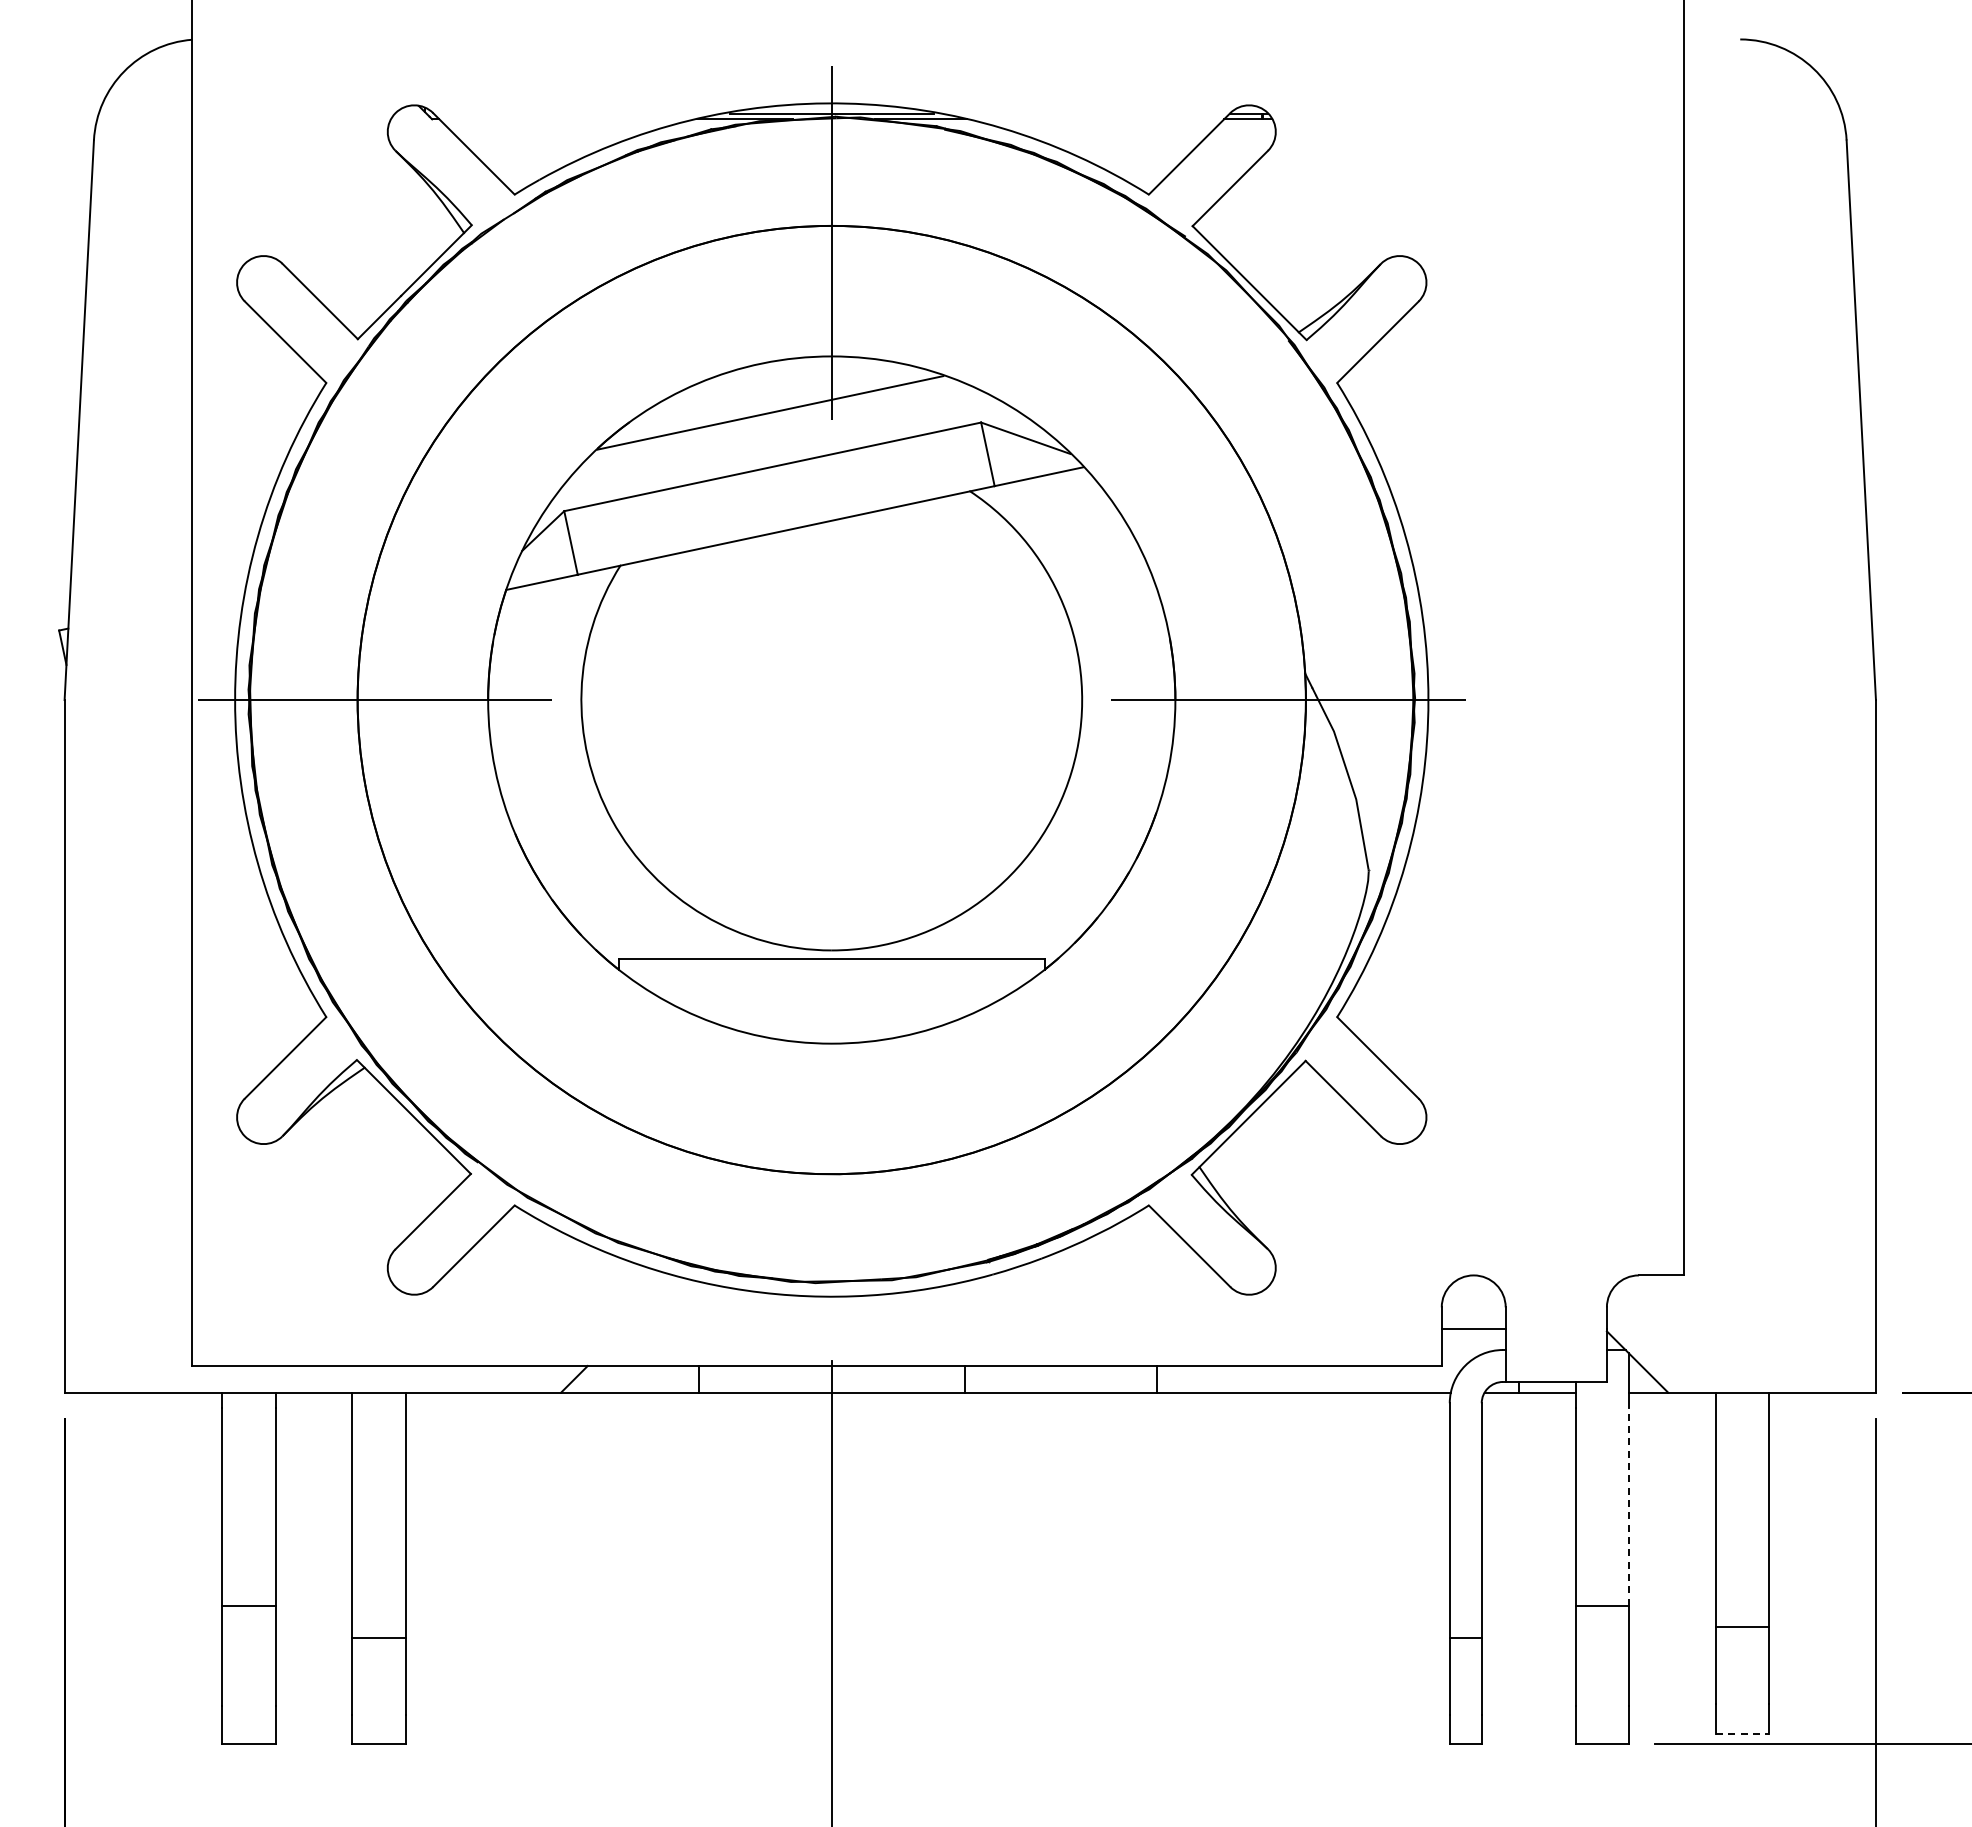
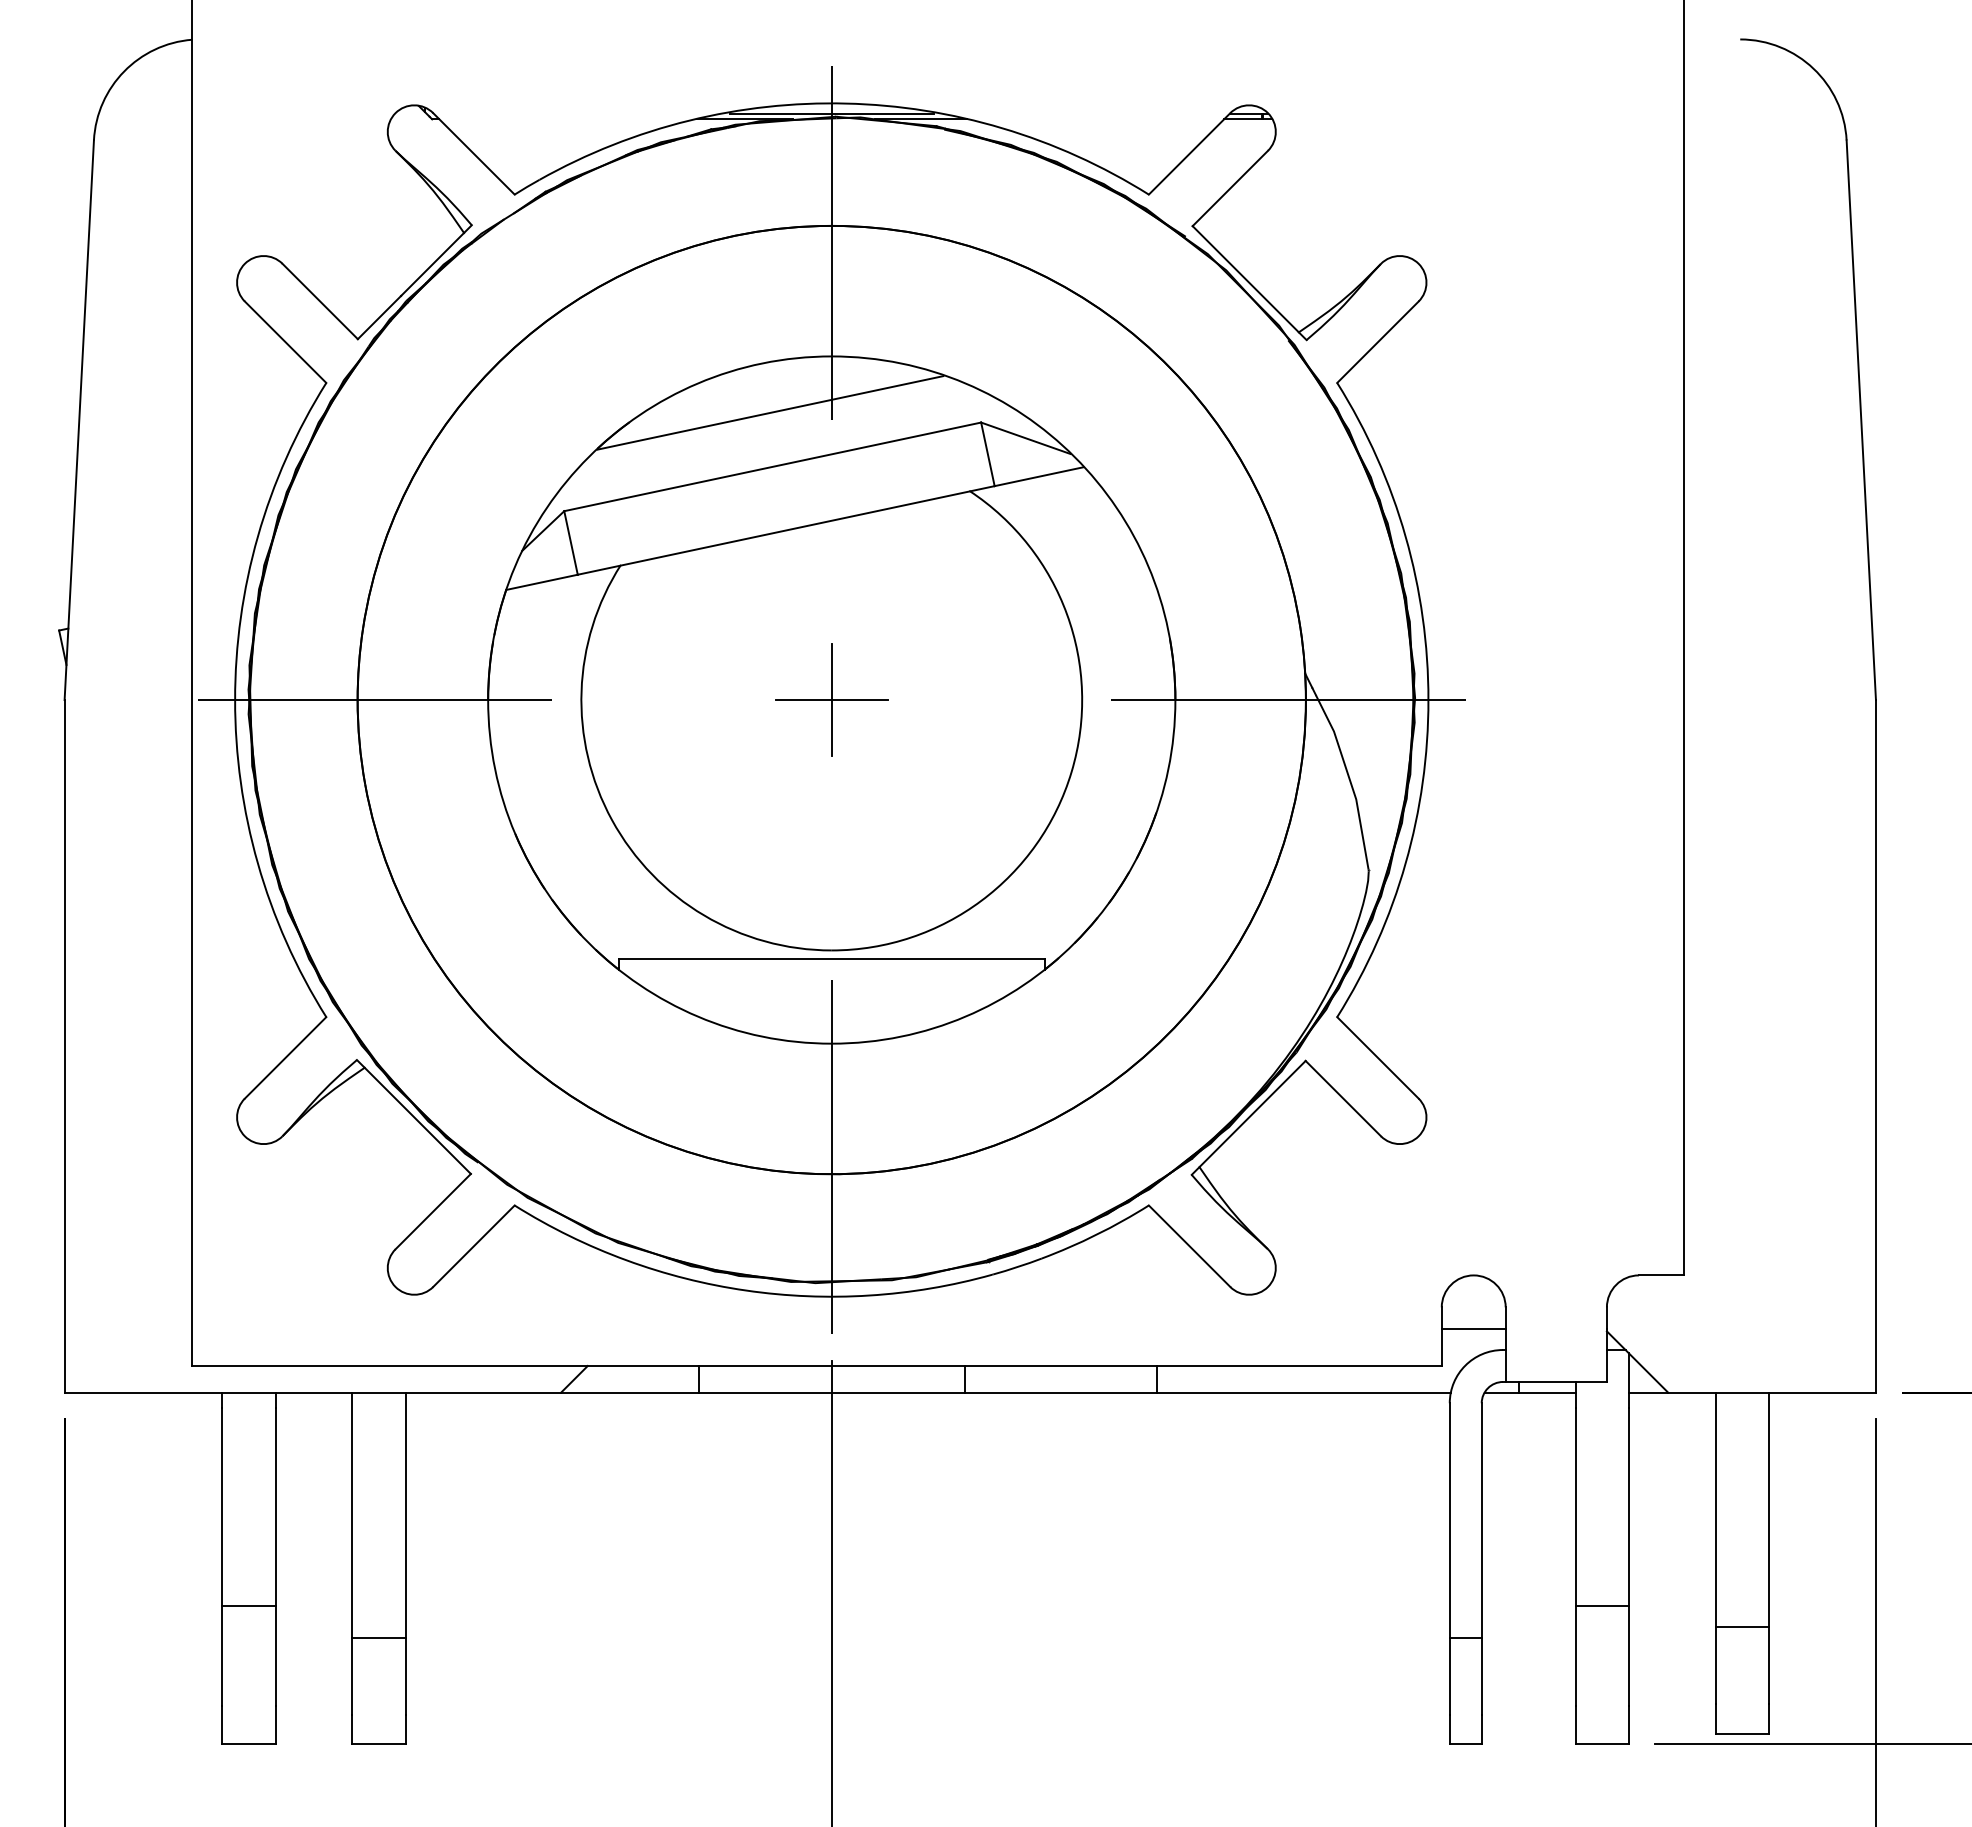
part at (831, 699): none -> present
line at (831, 1156): none -> present
line at (1628, 1506): dashed -> solid
line at (1742, 1733): dashed -> solid
